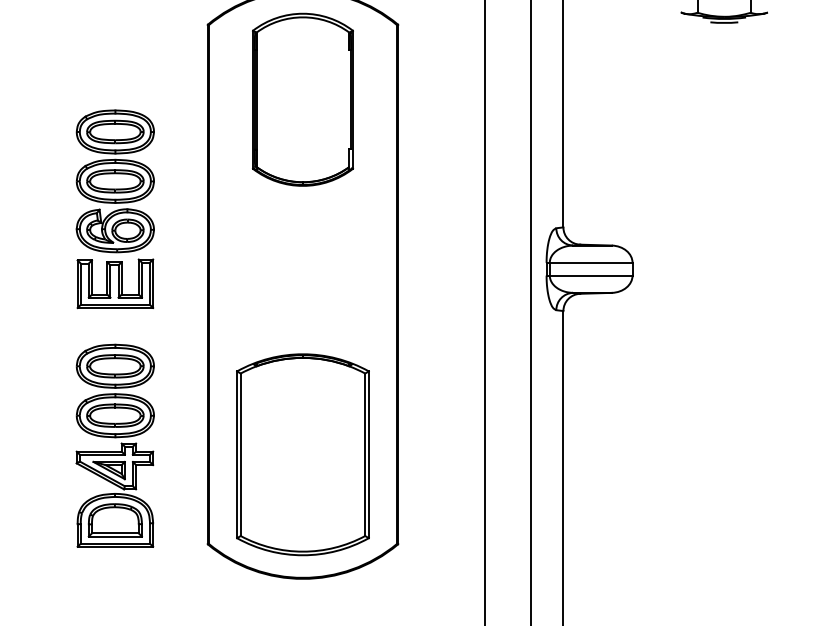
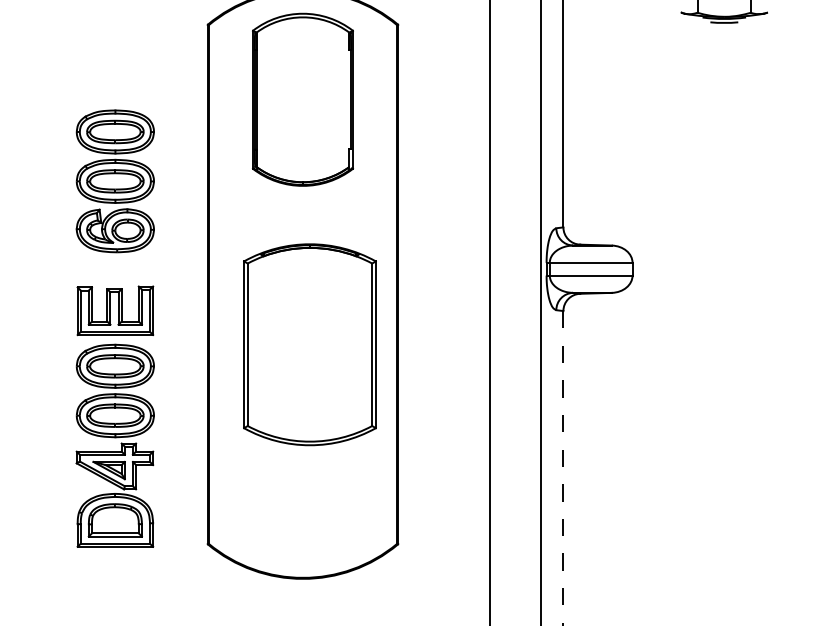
part at (115, 283) position: (115, 283) -> (115, 310)
line at (484, 312) position: (484, 312) -> (489, 312)
line at (530, 312) position: (530, 312) -> (540, 312)
part at (302, 454) position: (302, 454) -> (309, 344)
line at (563, 468): solid -> dashed
